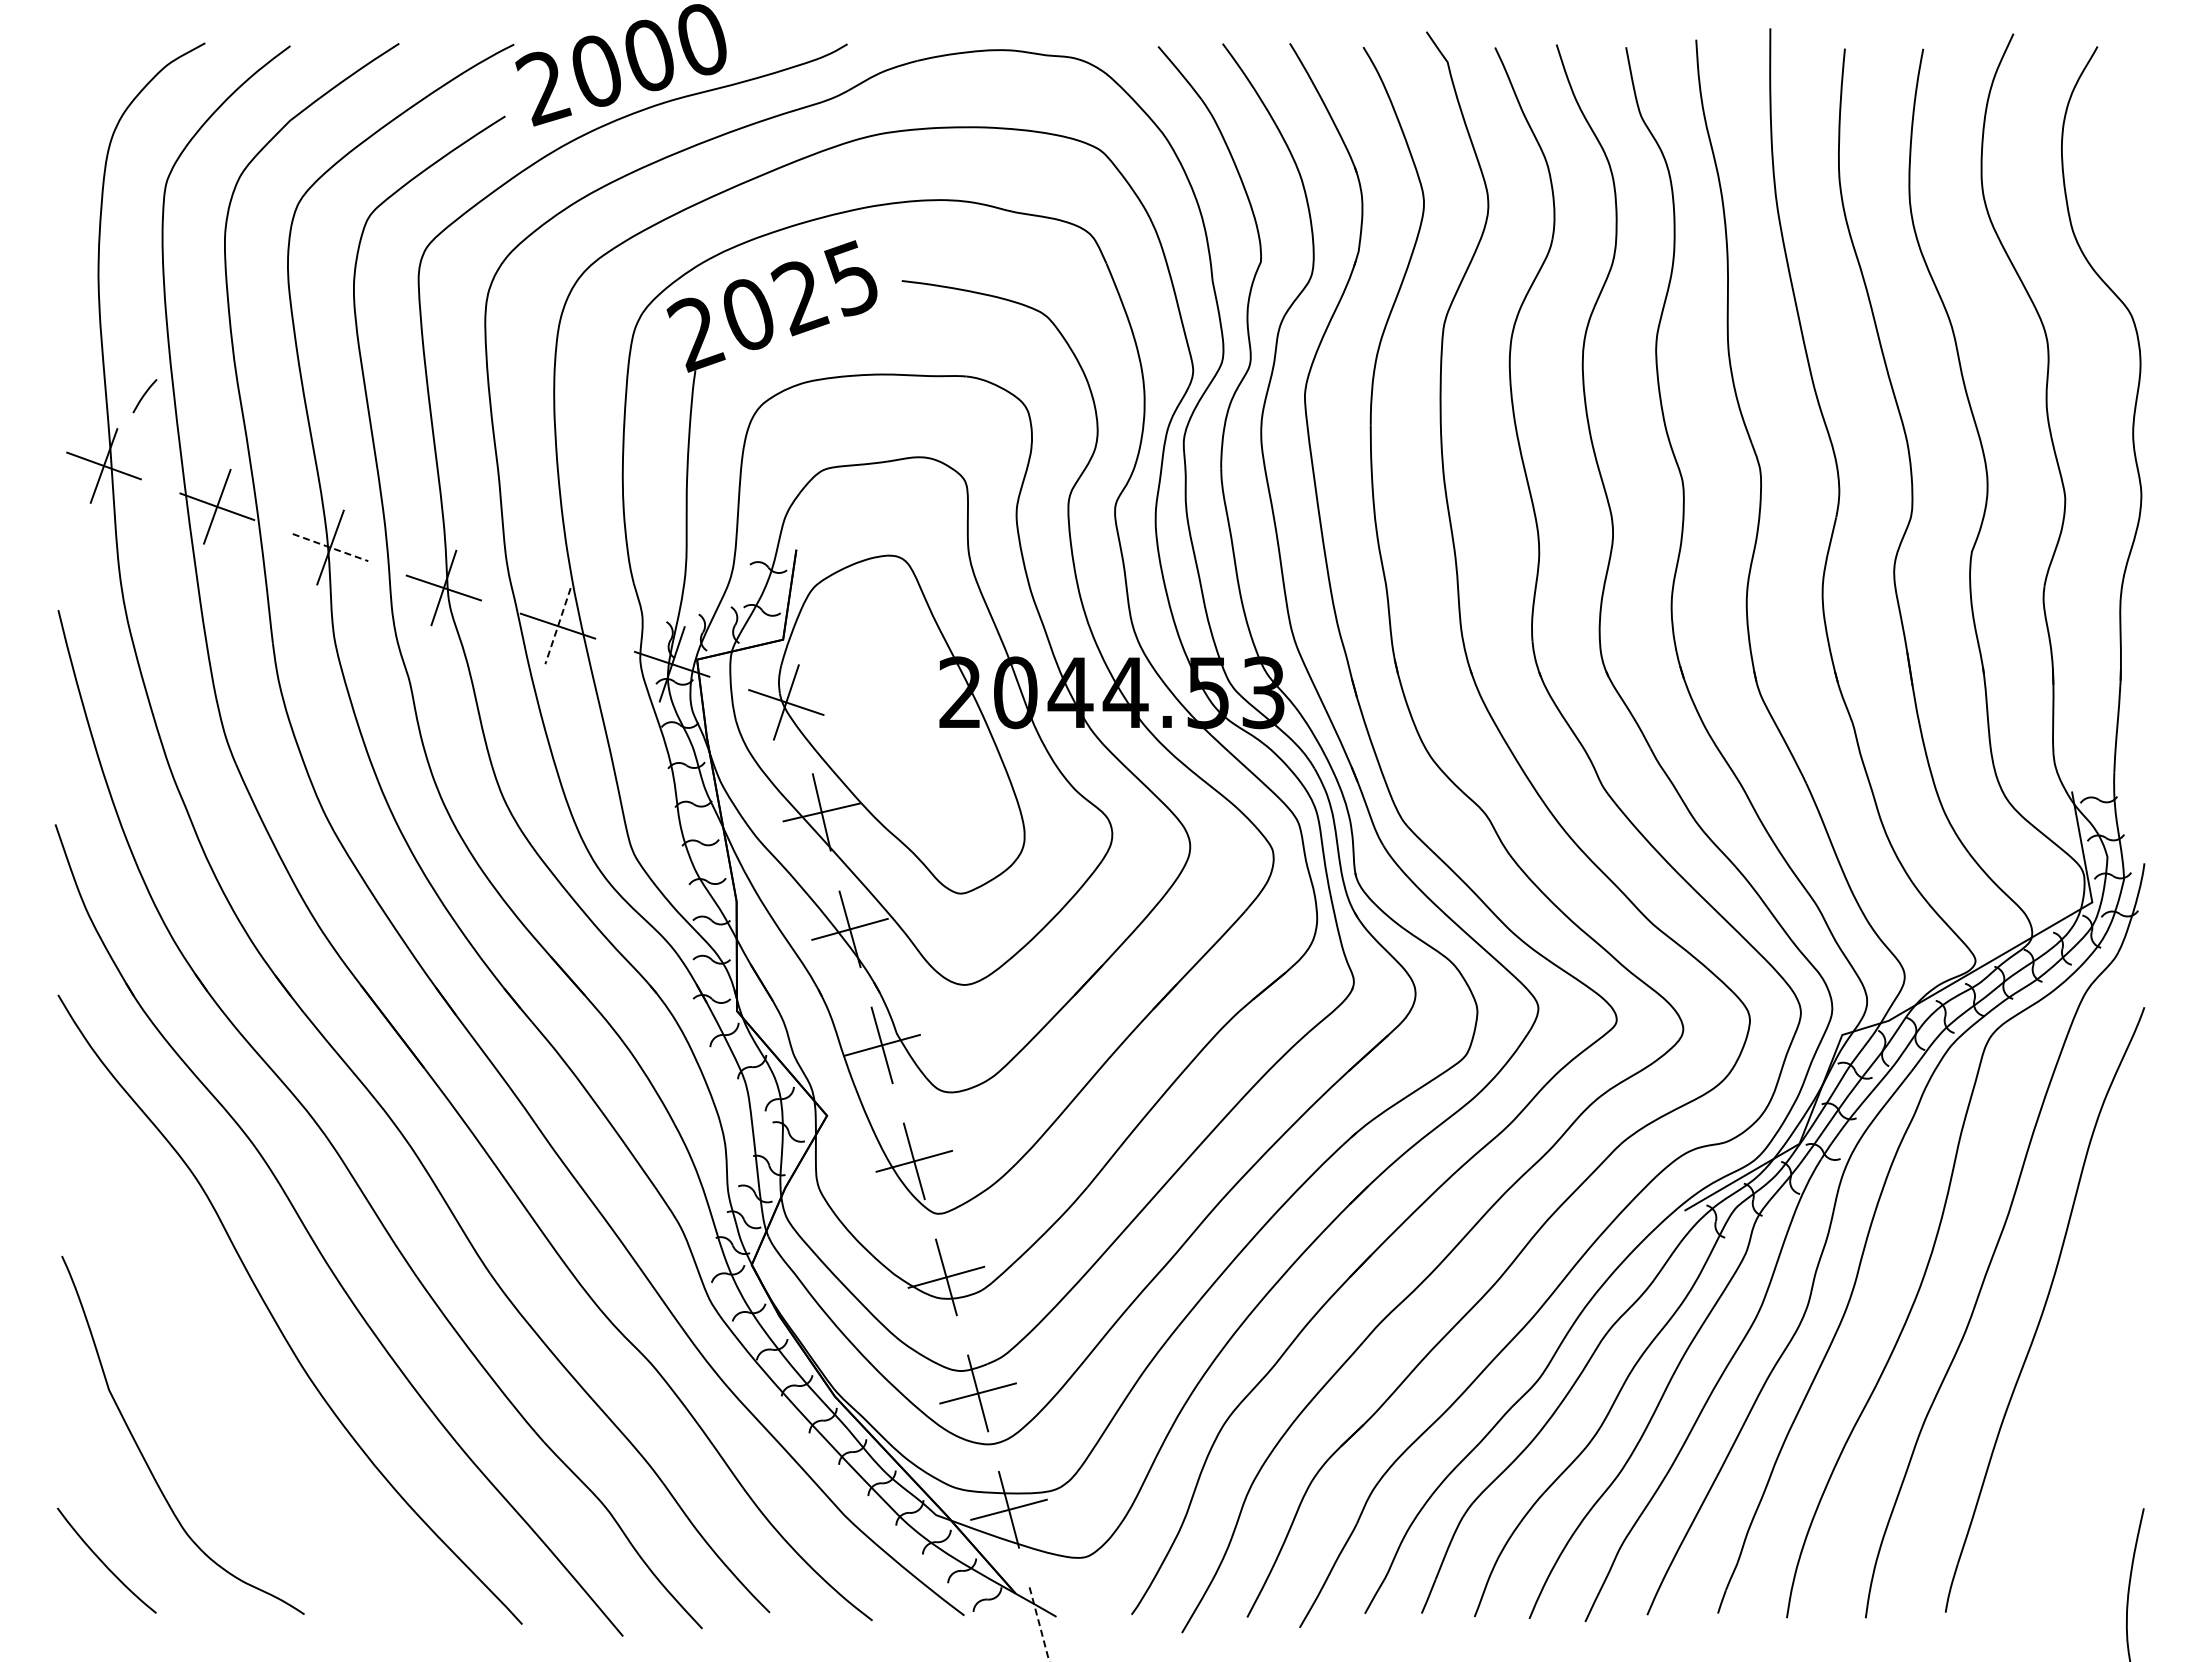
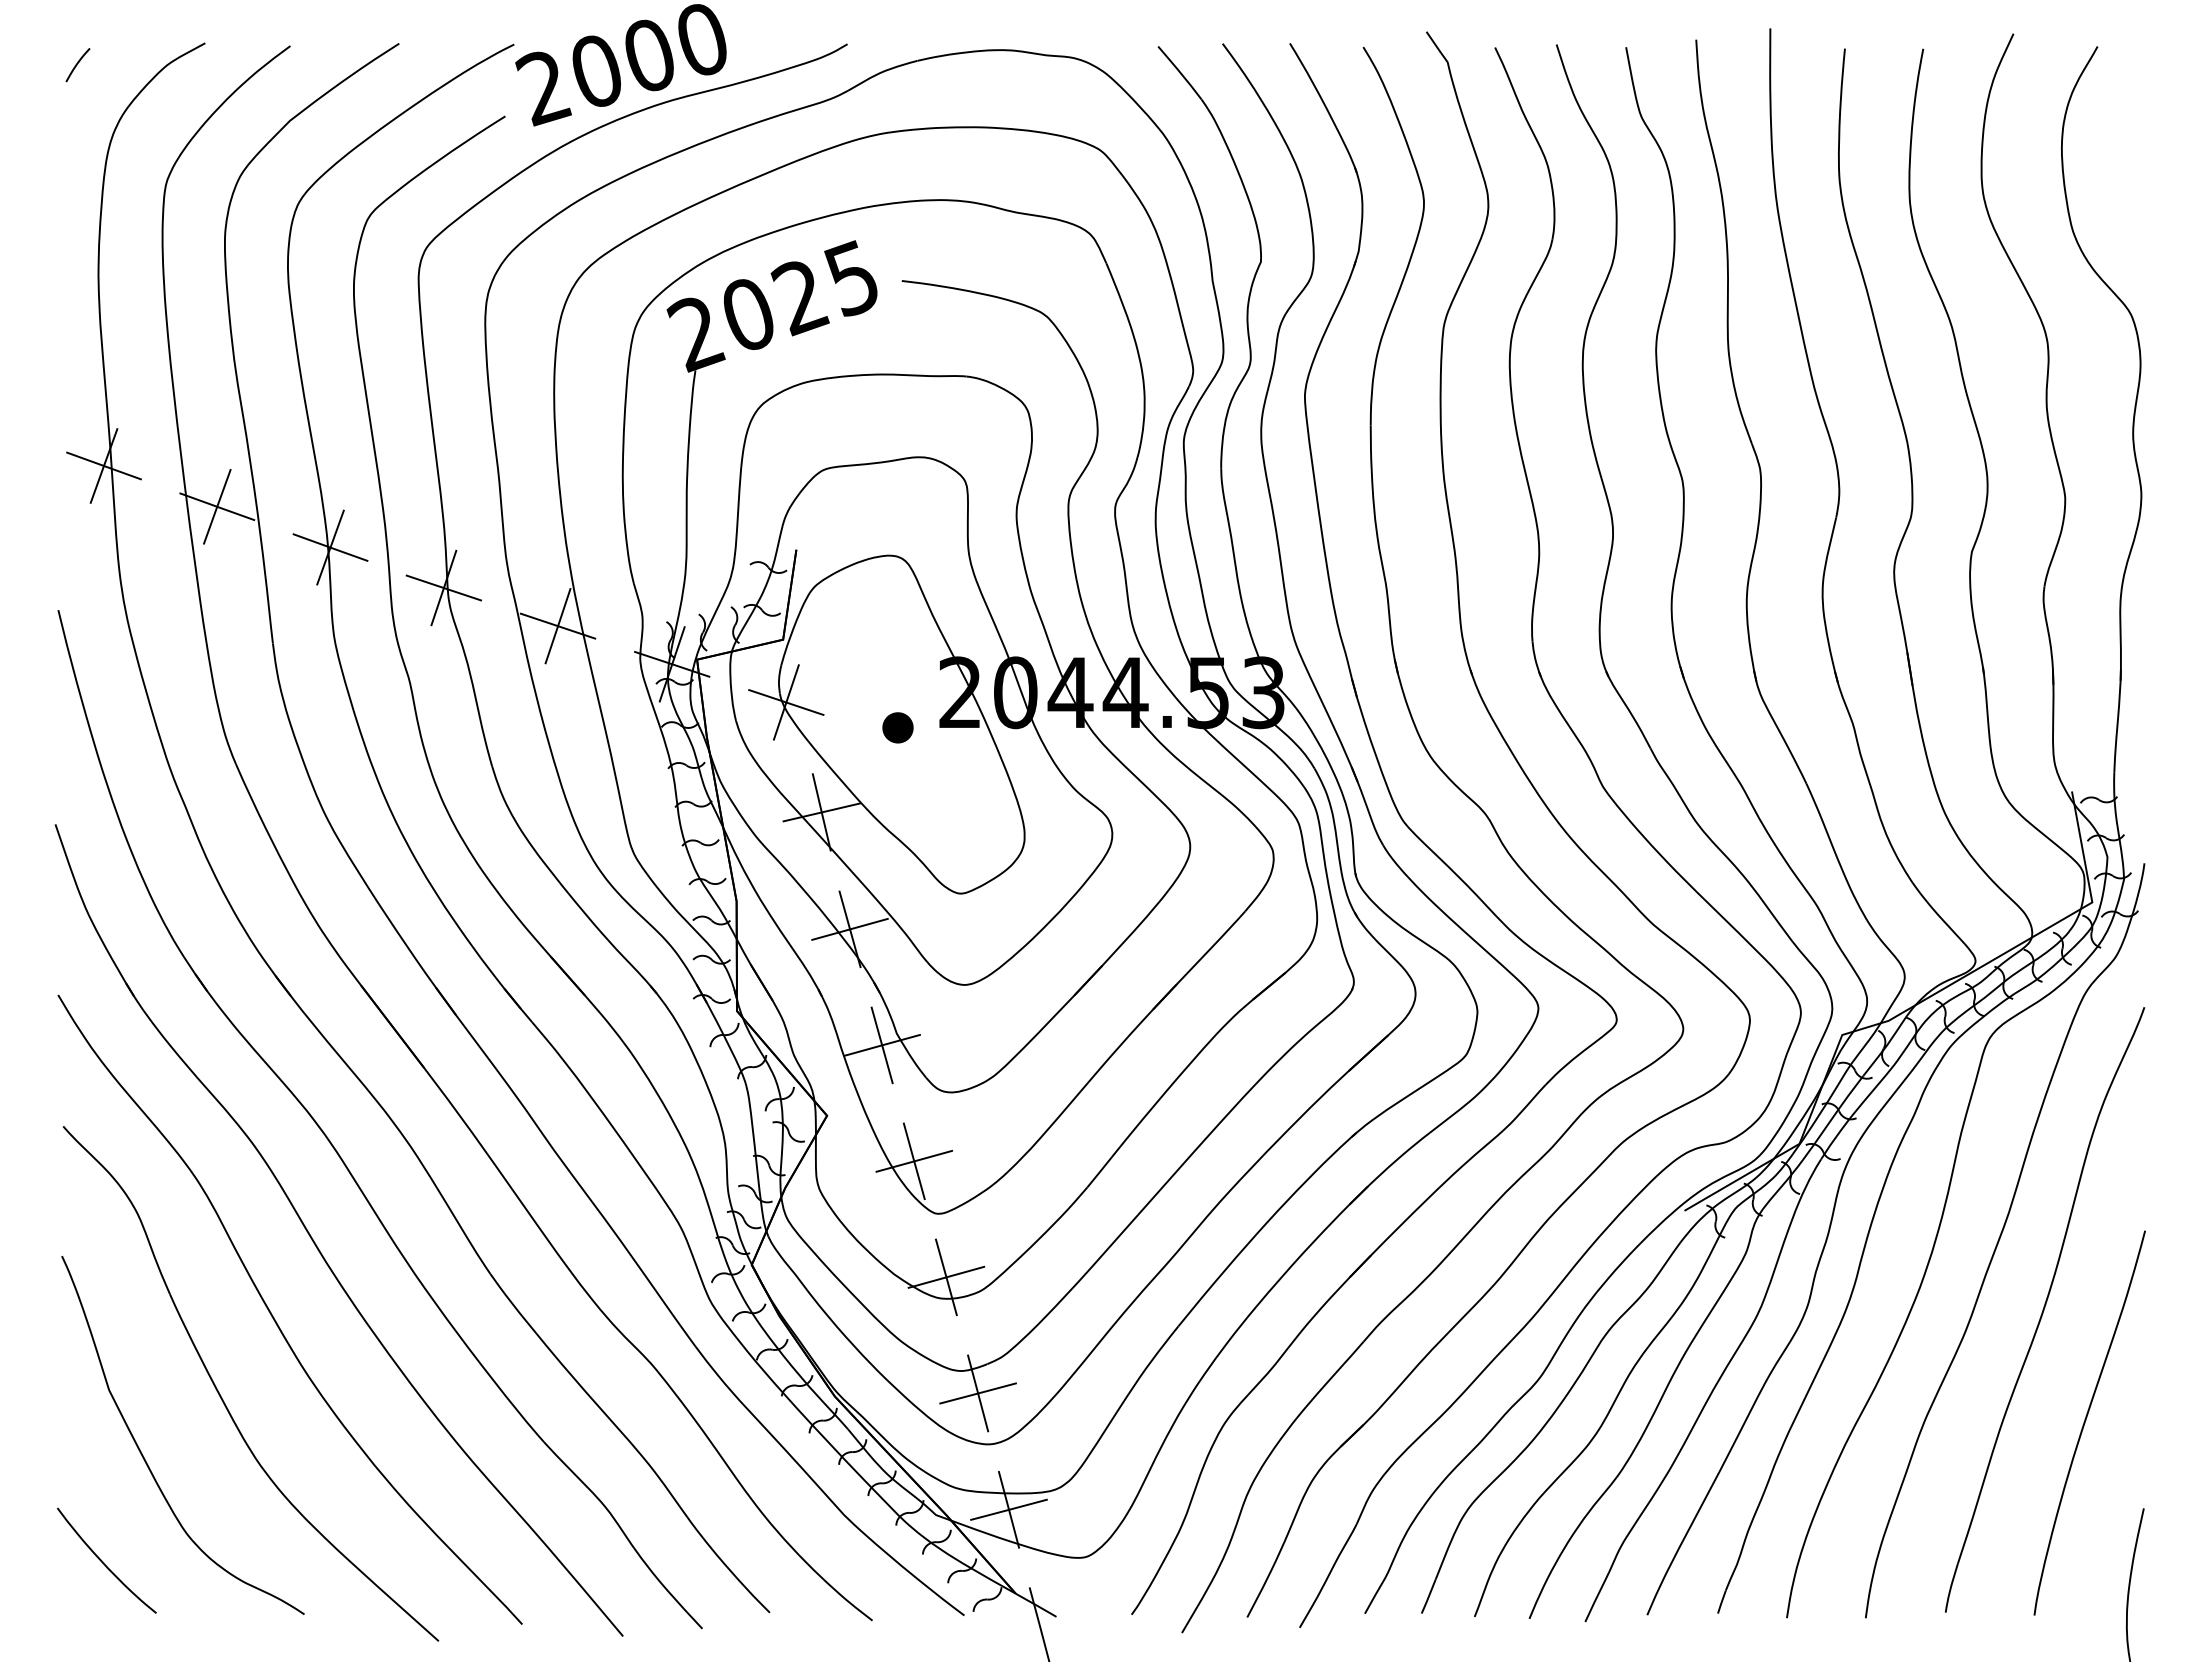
curve at (144, 396) position: (144, 396) -> (77, 65)
line at (330, 547): dashed -> solid
line at (558, 626): dashed -> solid
part at (897, 727): none -> present
part at (222, 1397): none -> present
curve at (2086, 1420): none -> present
line at (1039, 1625): dashed -> solid
